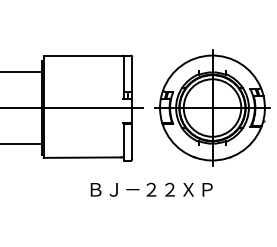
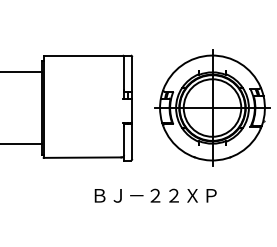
line at (72, 108): present -> none
text at (151, 189) position: (151, 189) -> (155, 195)
